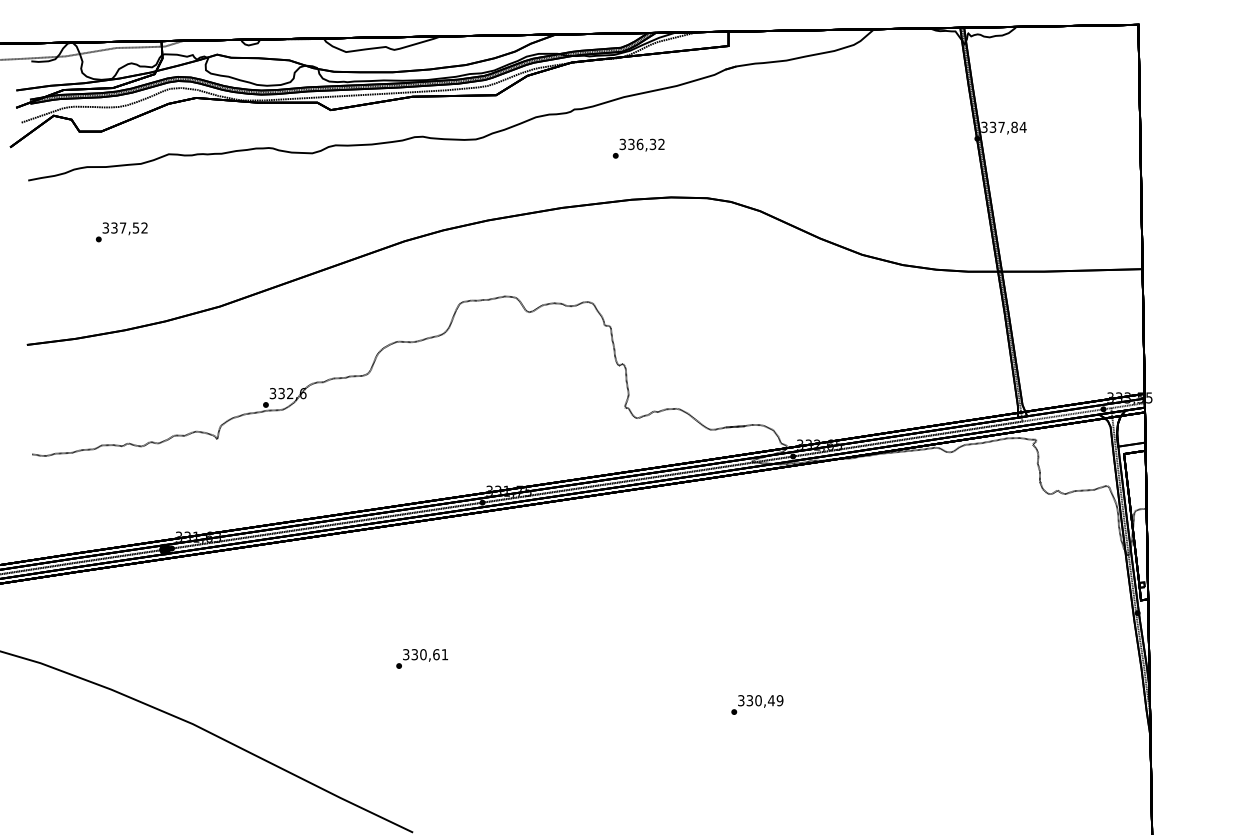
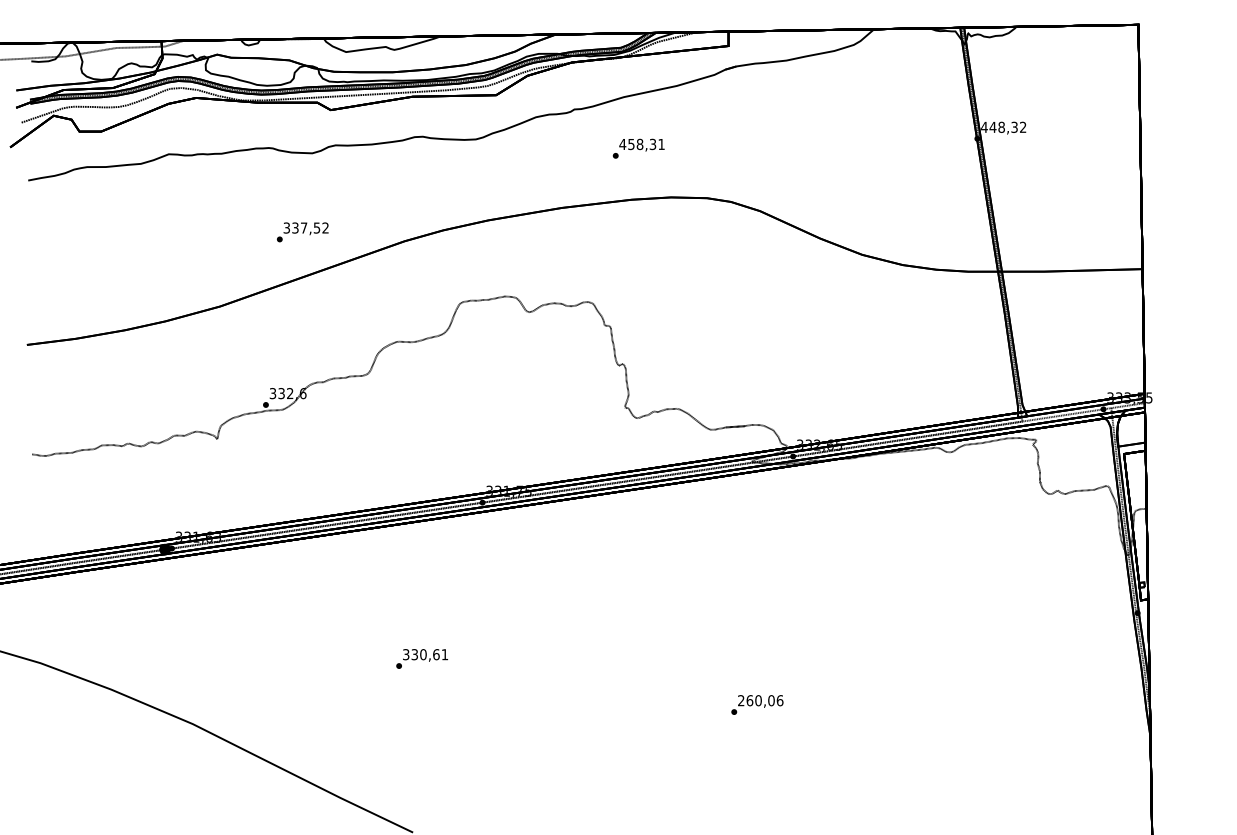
text at (1003, 126): 337,84 -> 448,32
text at (641, 144): 336,32 -> 458,31
text at (121, 232) position: (121, 232) -> (302, 232)
text at (760, 700): 330,49 -> 260,06
